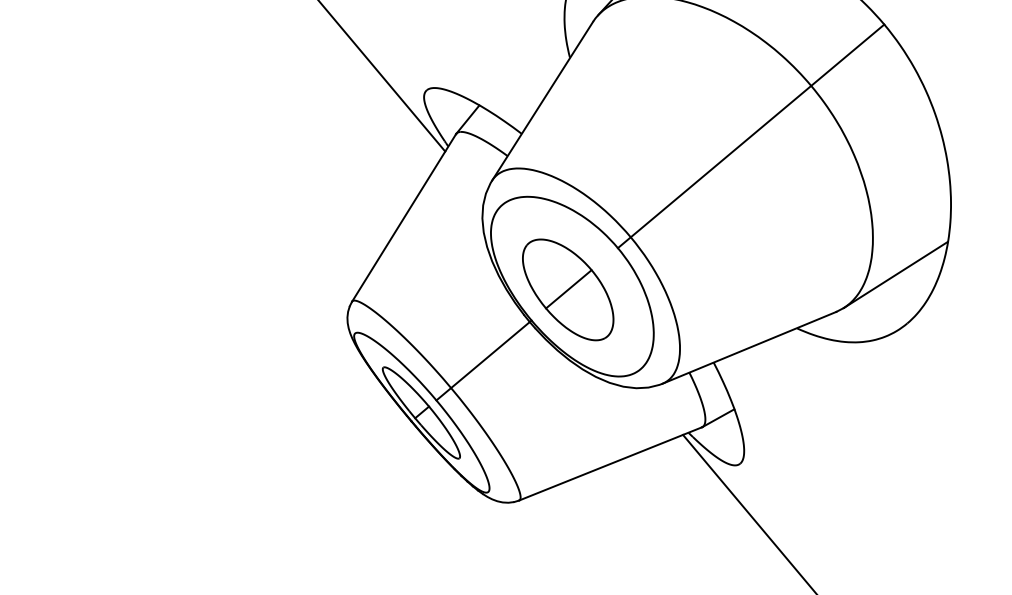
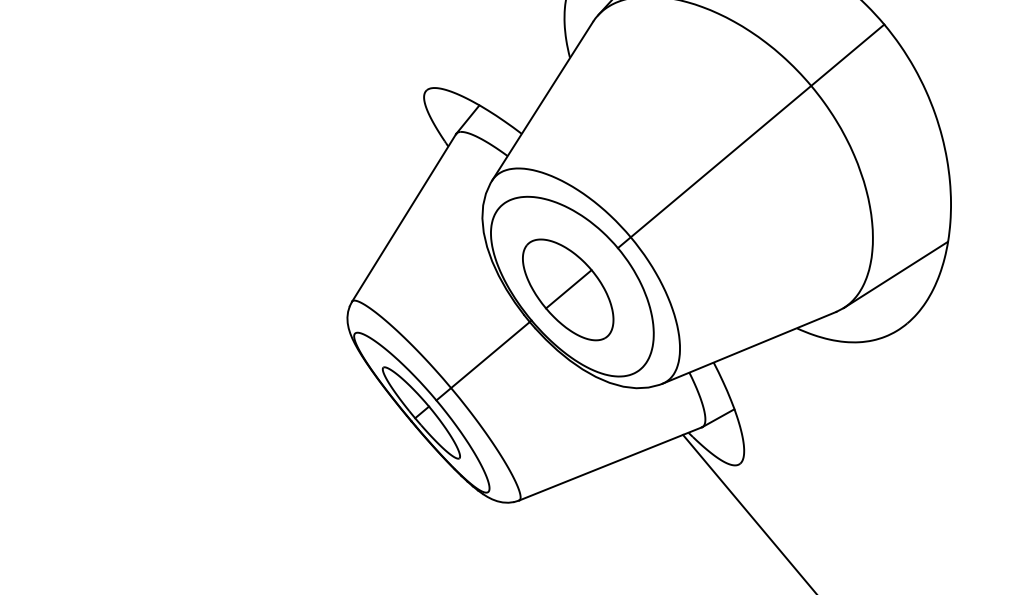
line at (382, 76): present -> none
